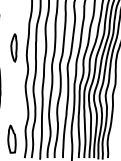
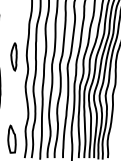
part at (13, 47) position: (13, 47) -> (13, 56)
